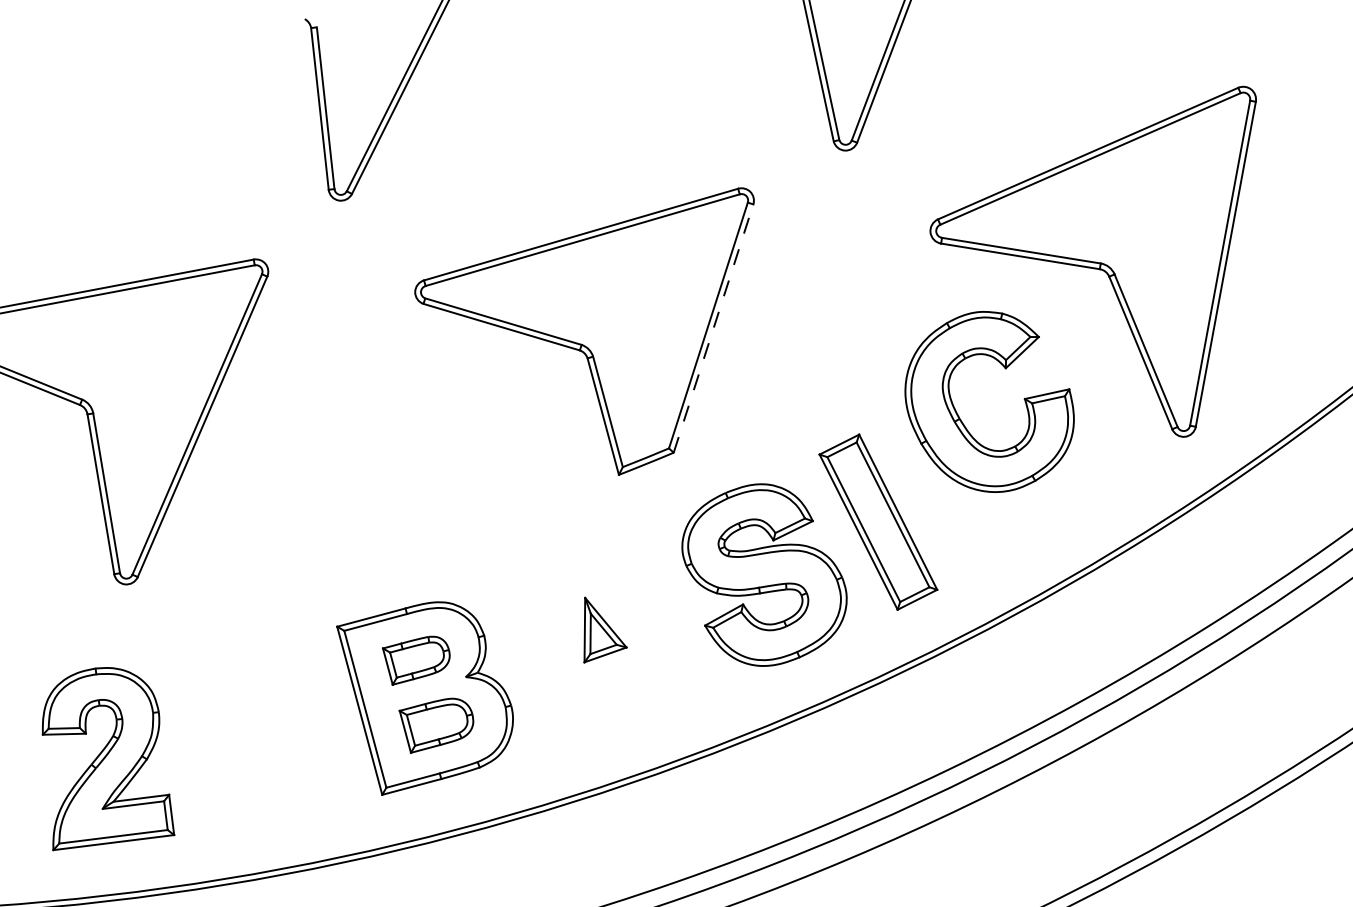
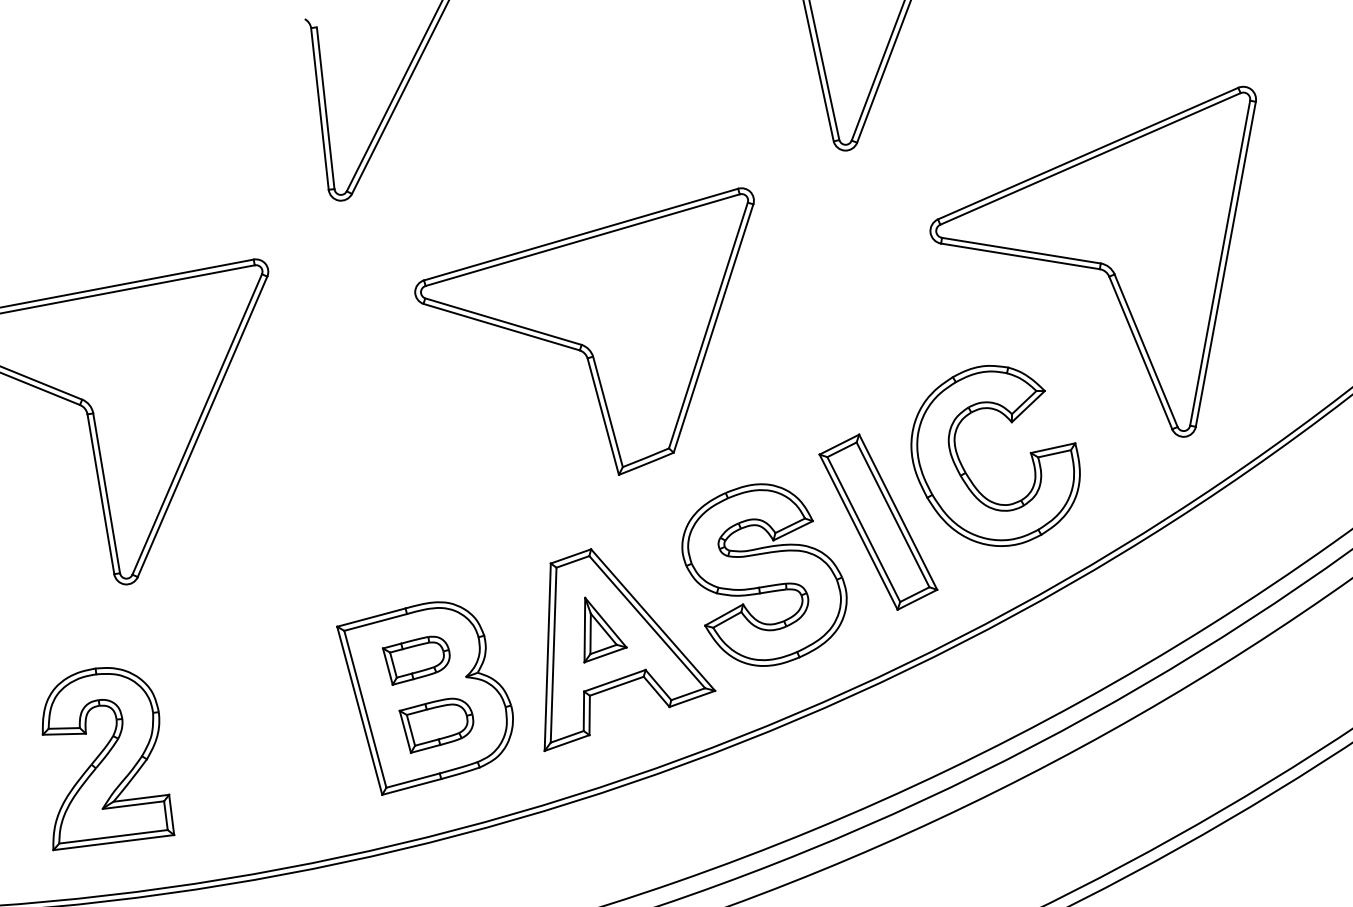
line at (713, 328): dashed -> solid
part at (961, 419) position: (961, 419) -> (967, 473)
part at (629, 650): none -> present
